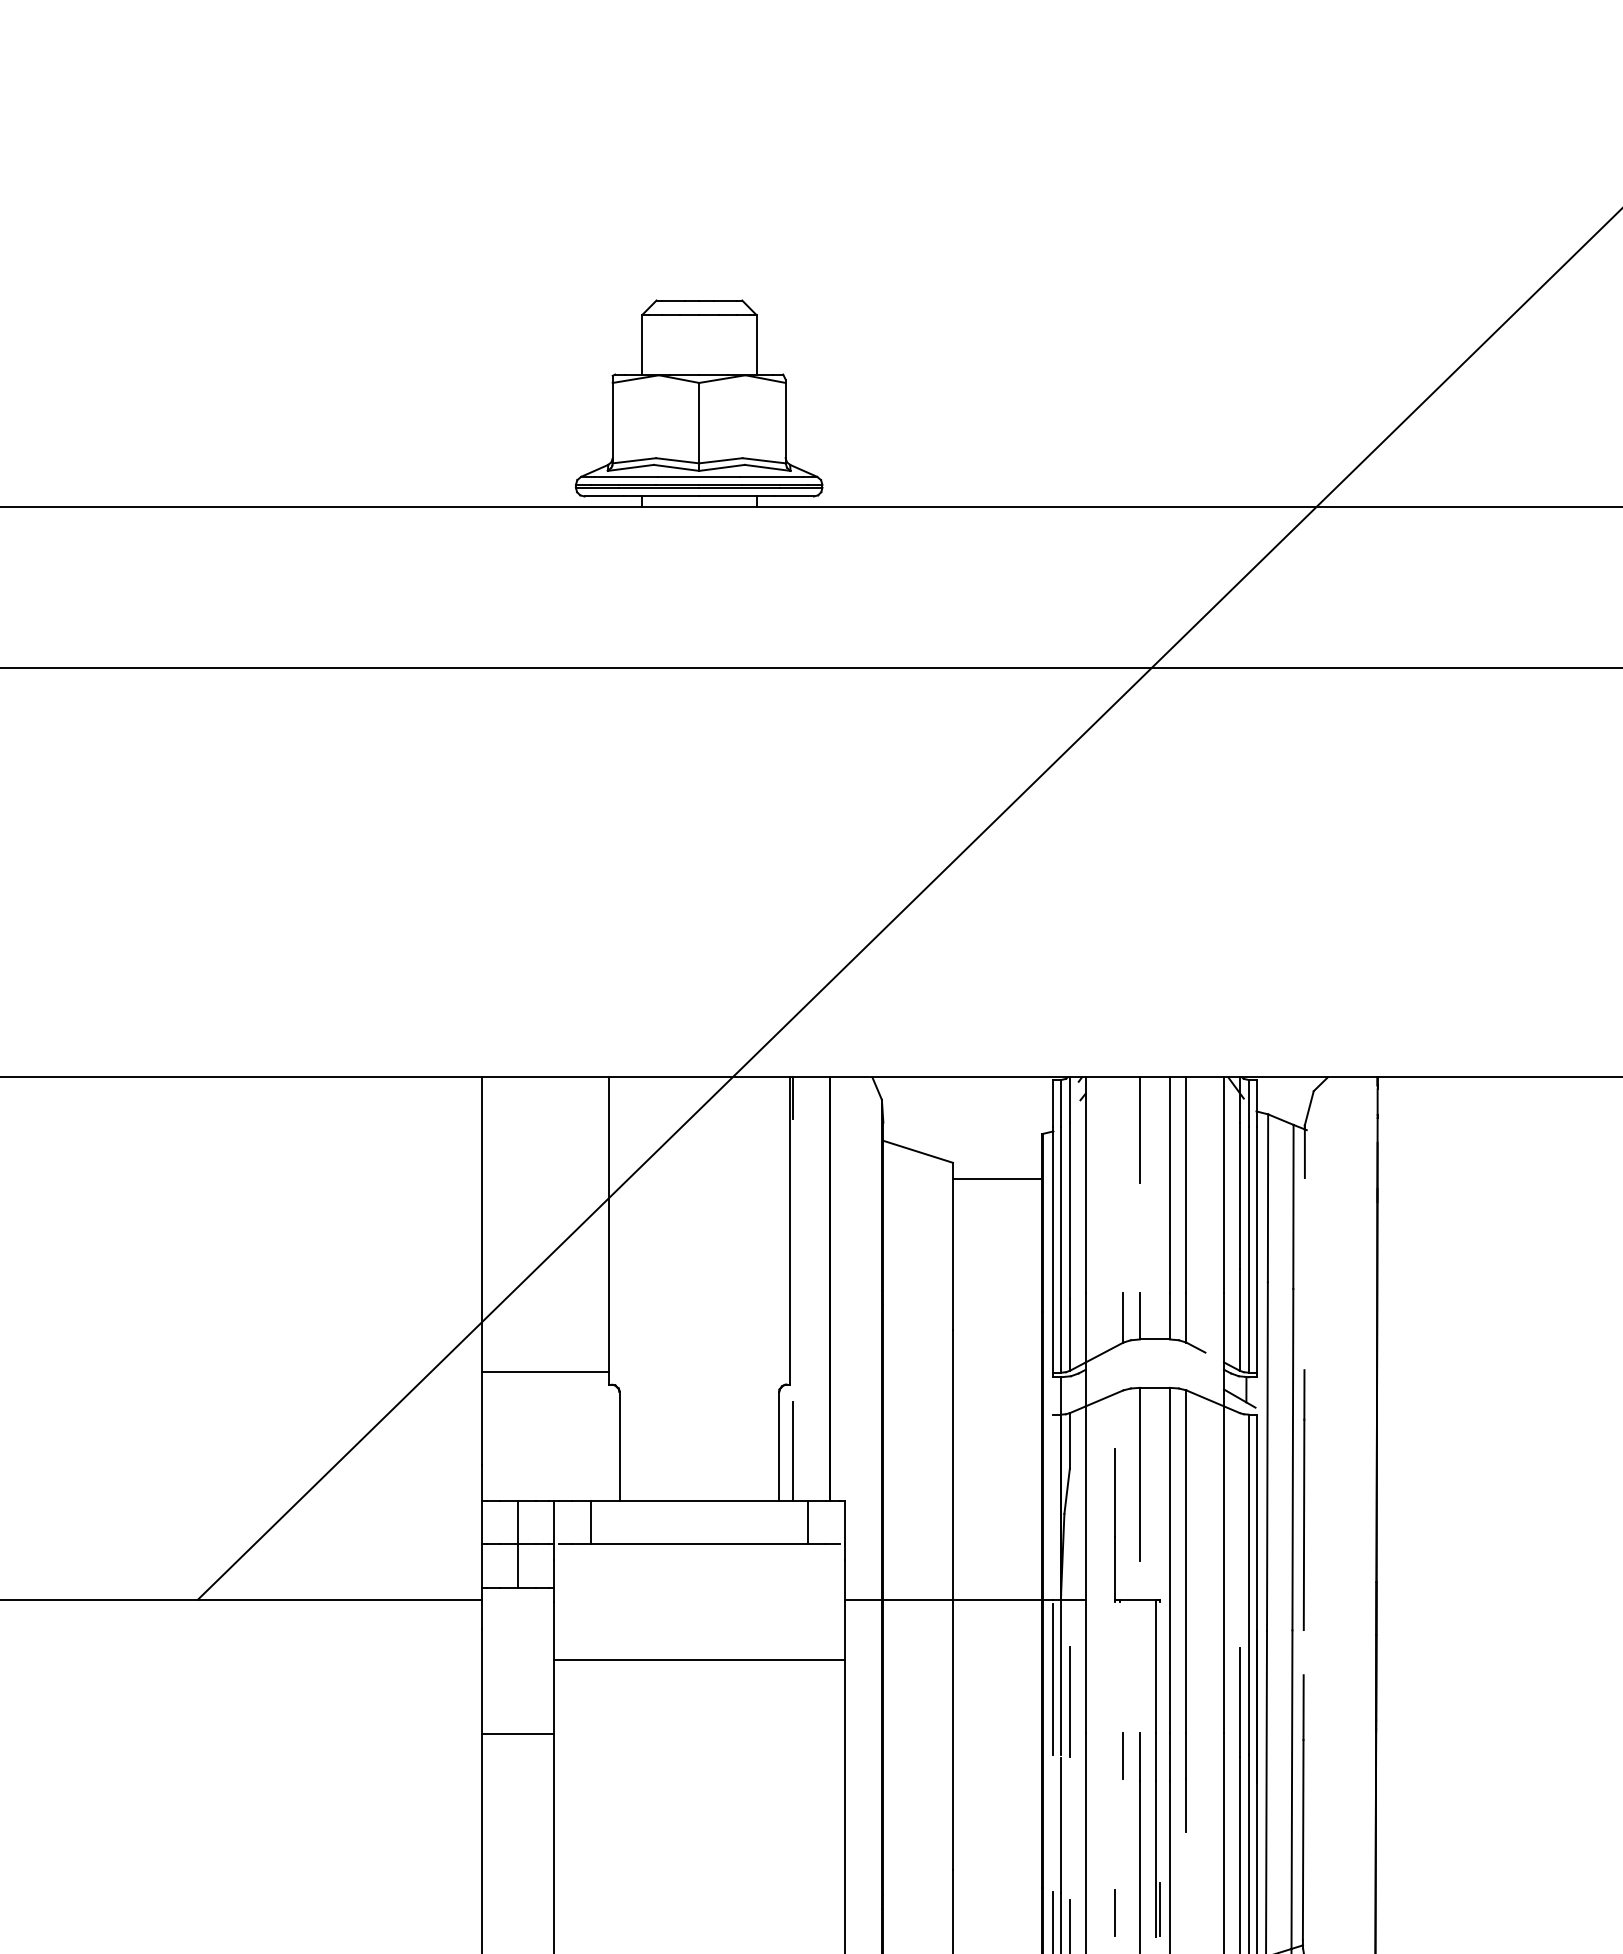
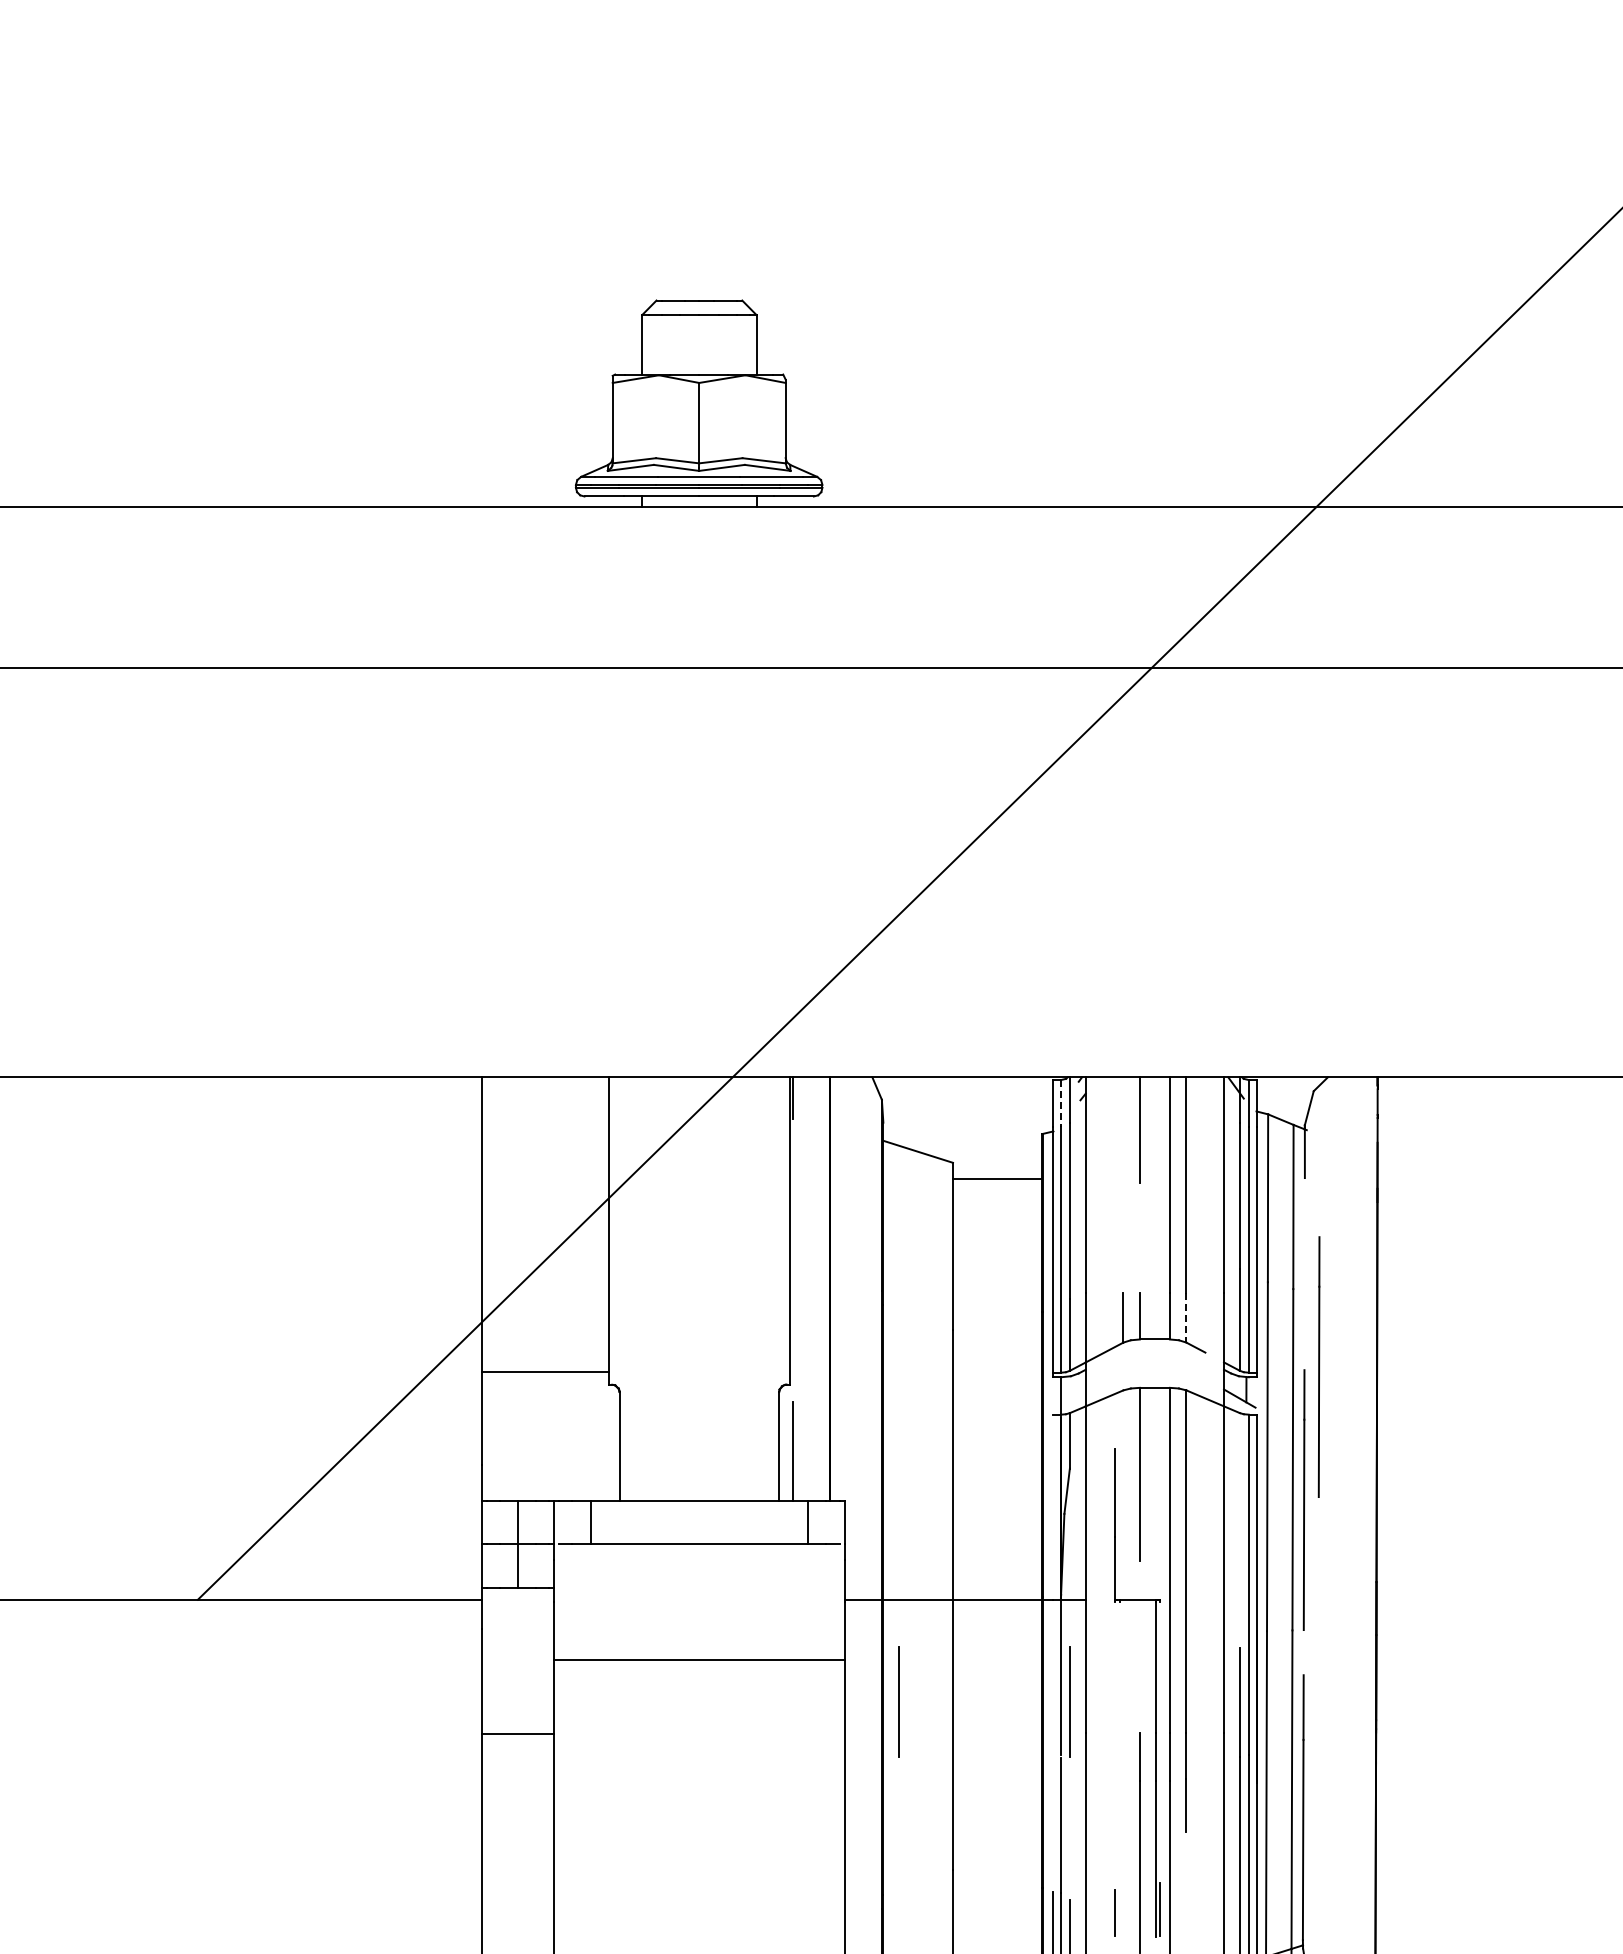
line at (1061, 1103): solid -> dashed
line at (1186, 1318): solid -> dashed
line at (1318, 1366): none -> present
line at (1053, 1679): present -> none
line at (898, 1701): none -> present
line at (1122, 1755): present -> none
